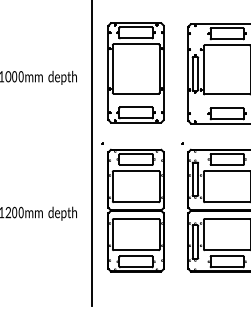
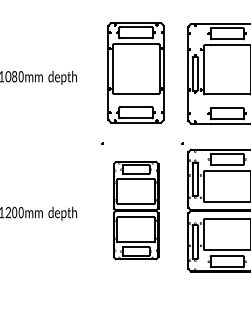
text at (14, 76): 00 -> 80
line at (92, 153): present -> none
part at (135, 210) size: 58x125 px -> 47x101 px
